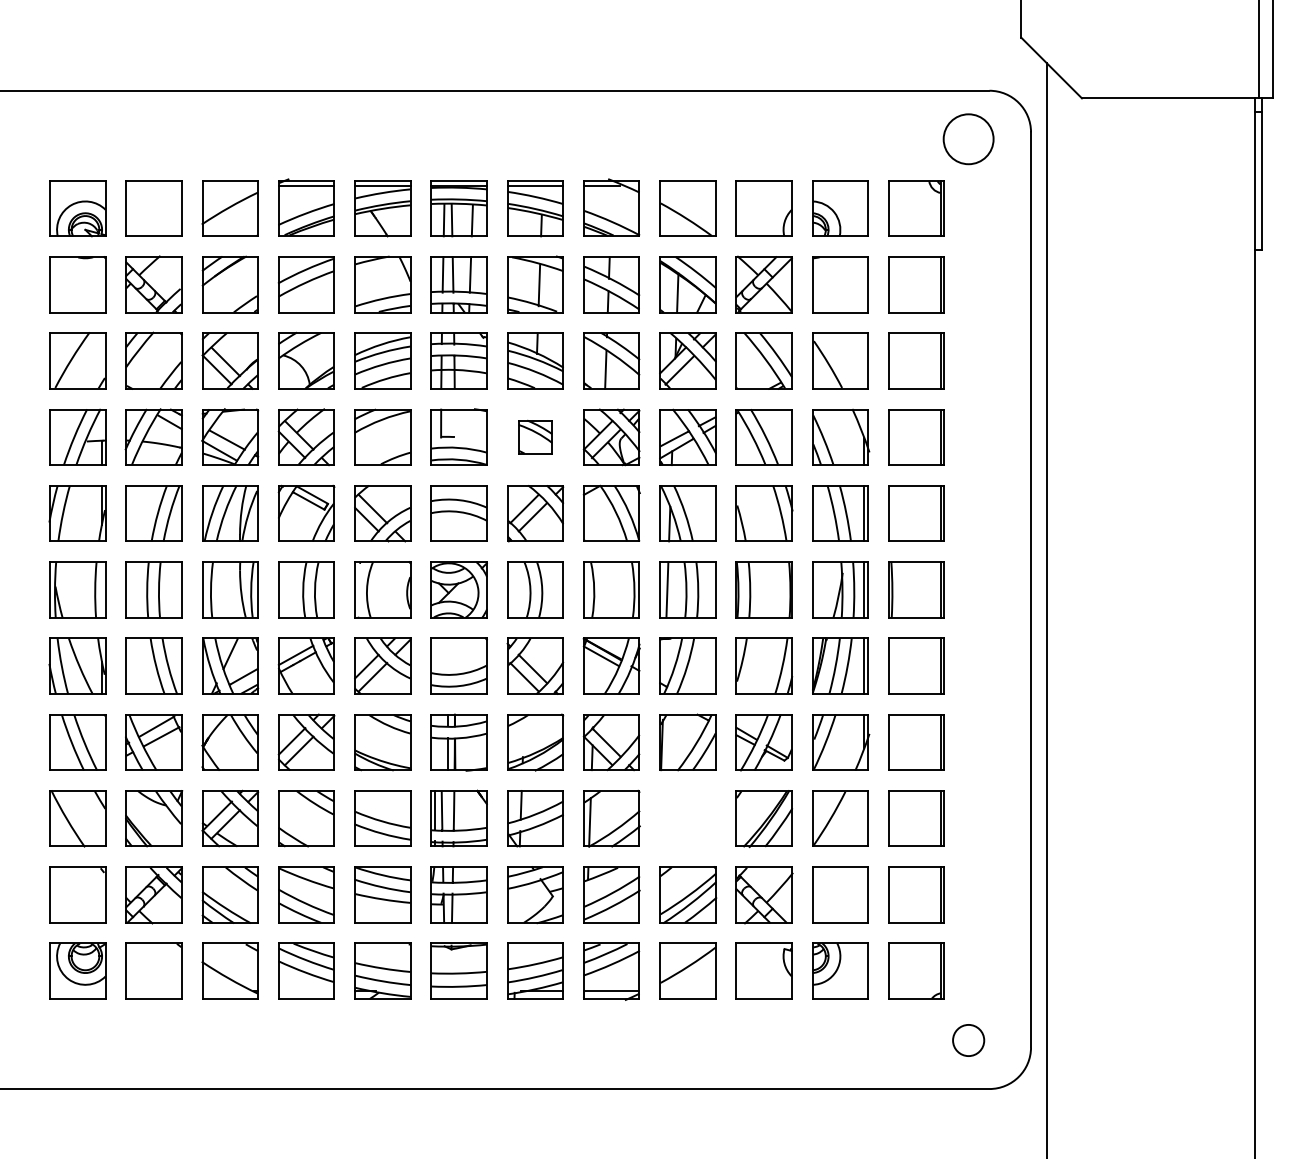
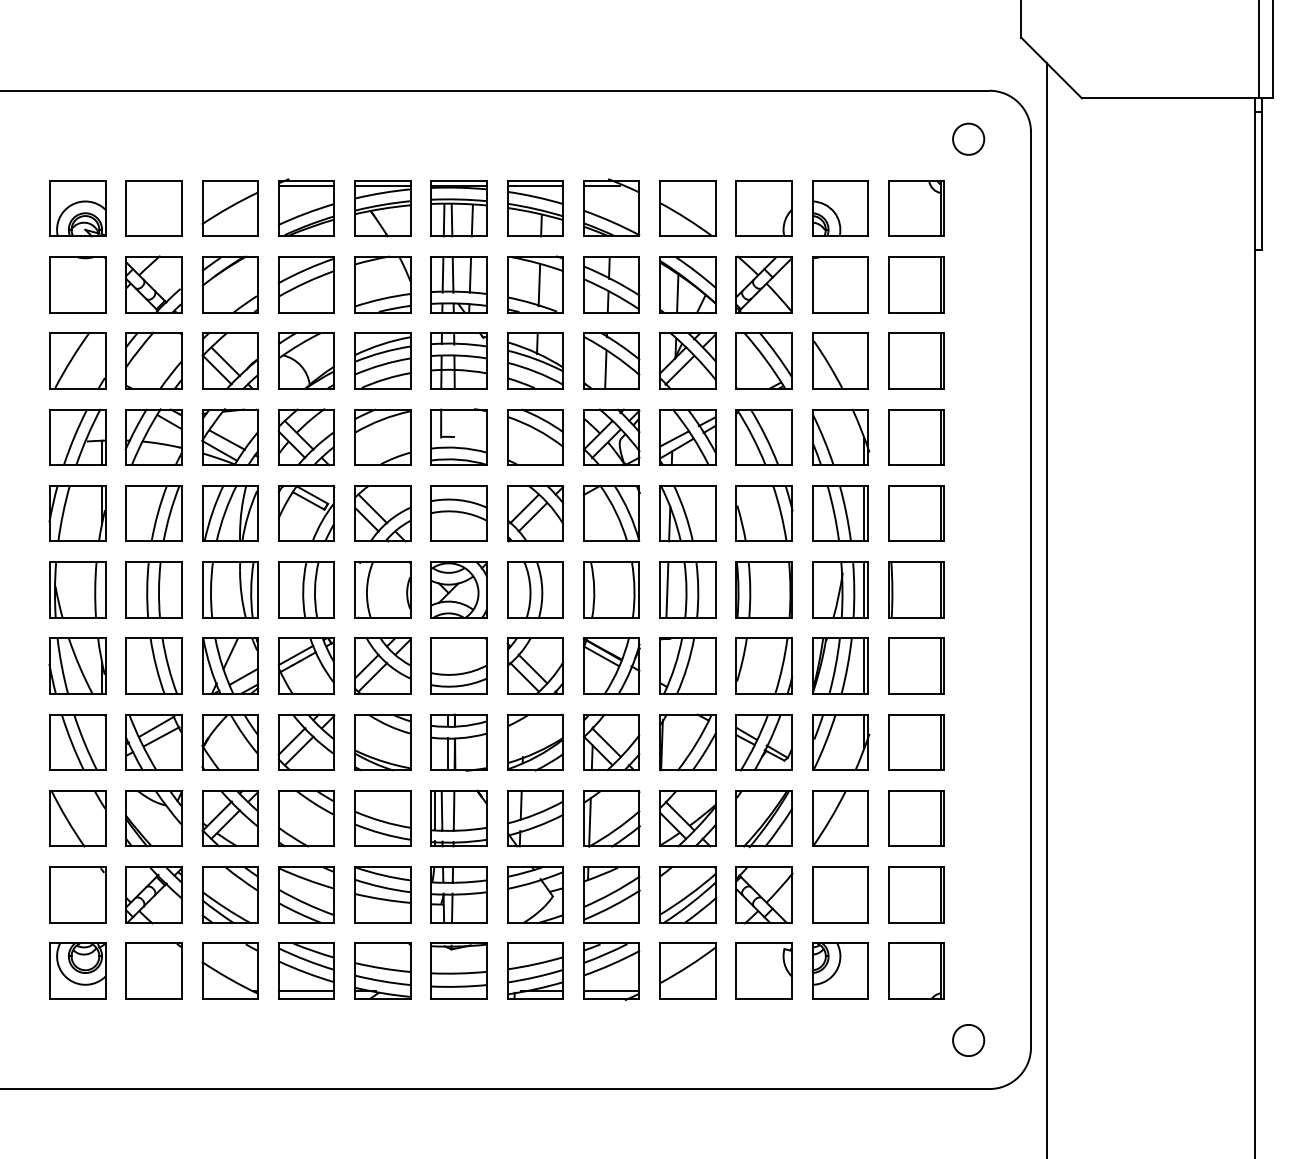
circle at (968, 139) diameter: 50 px -> 31 px
part at (535, 436) size: 35x36 px -> 57x58 px
part at (687, 818): none -> present
line at (306, 991): none -> present
